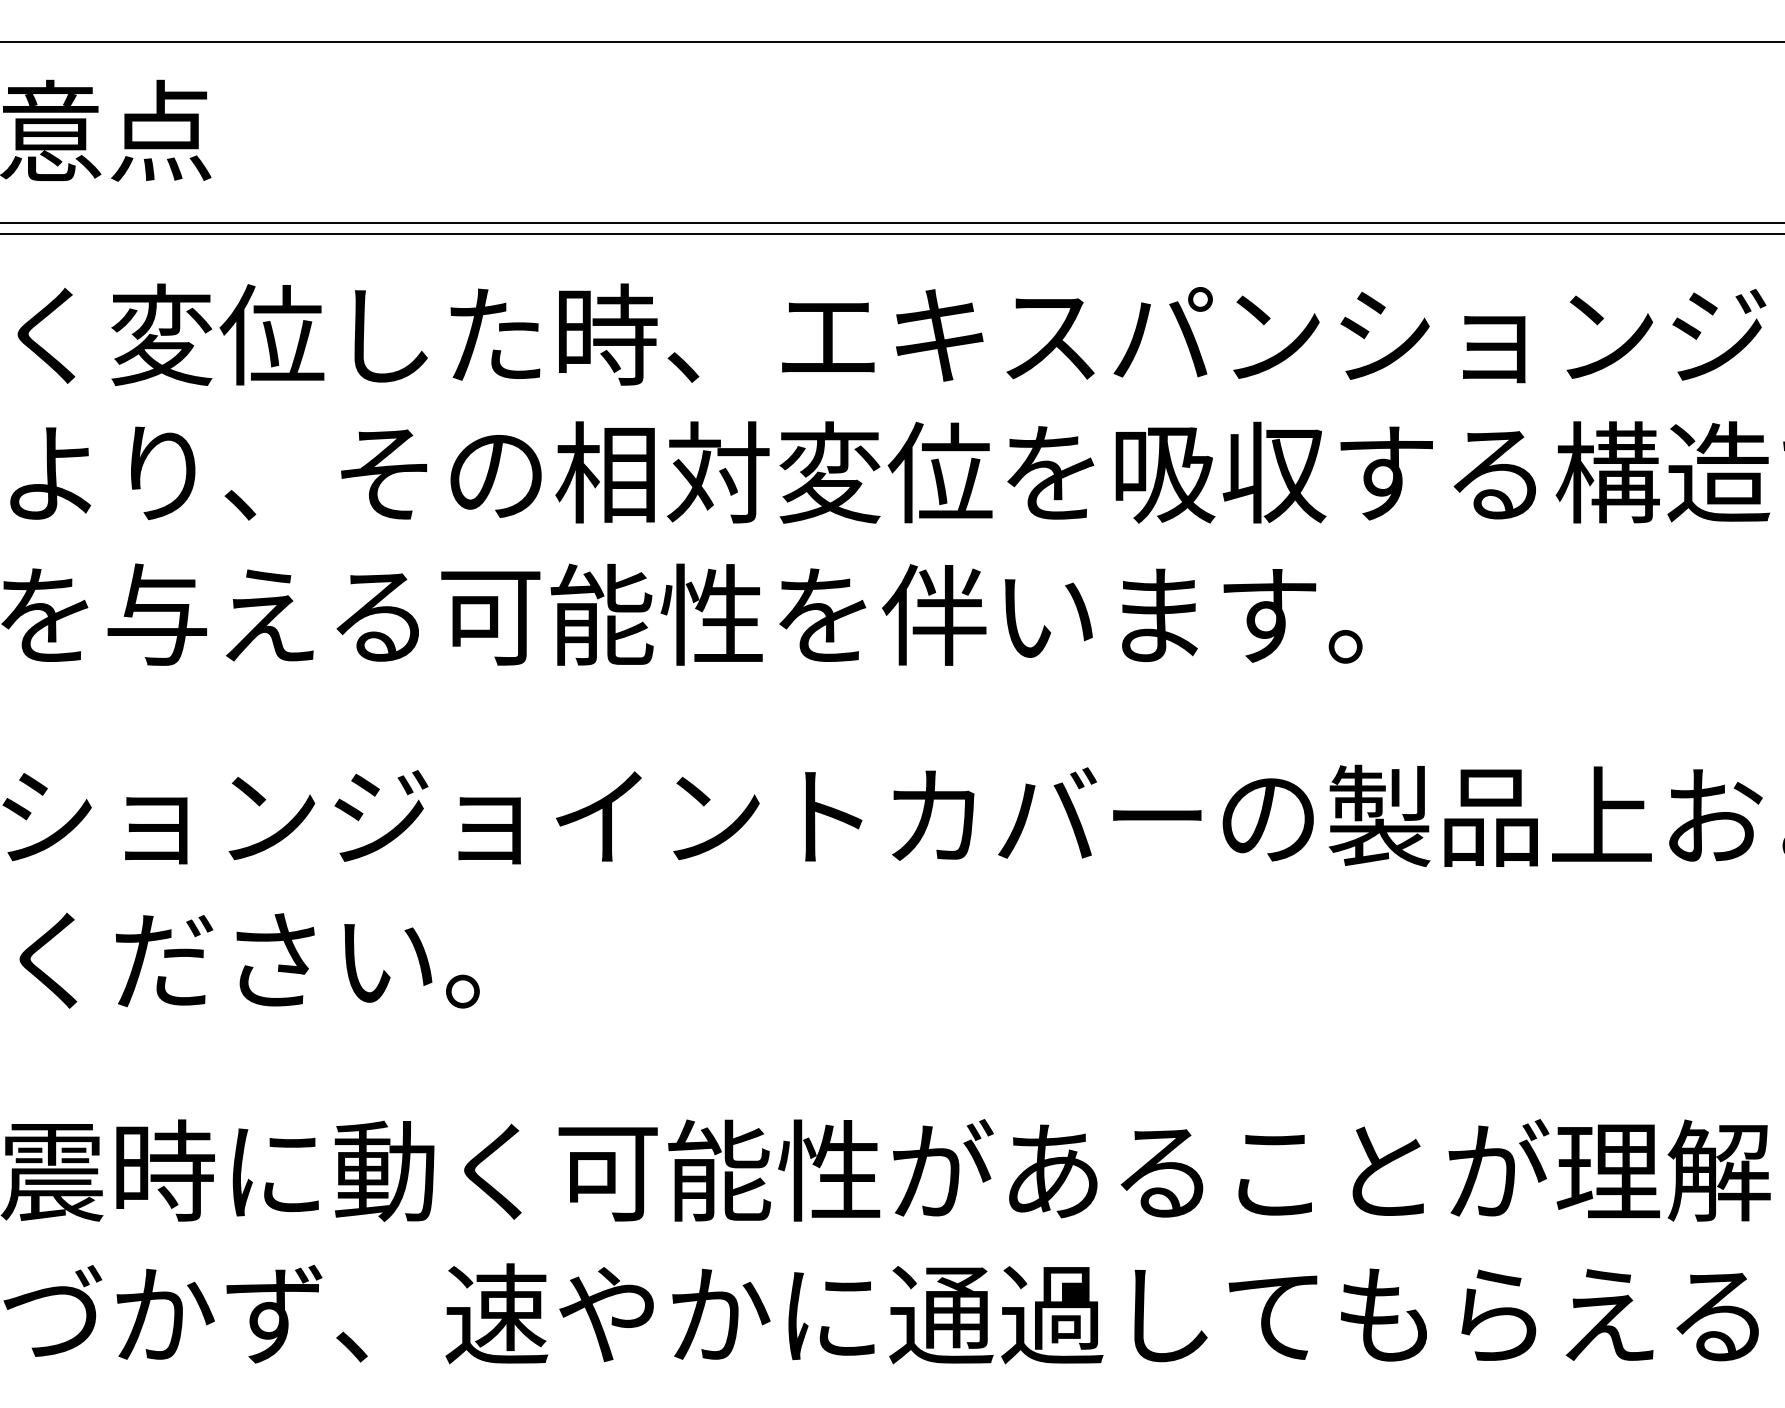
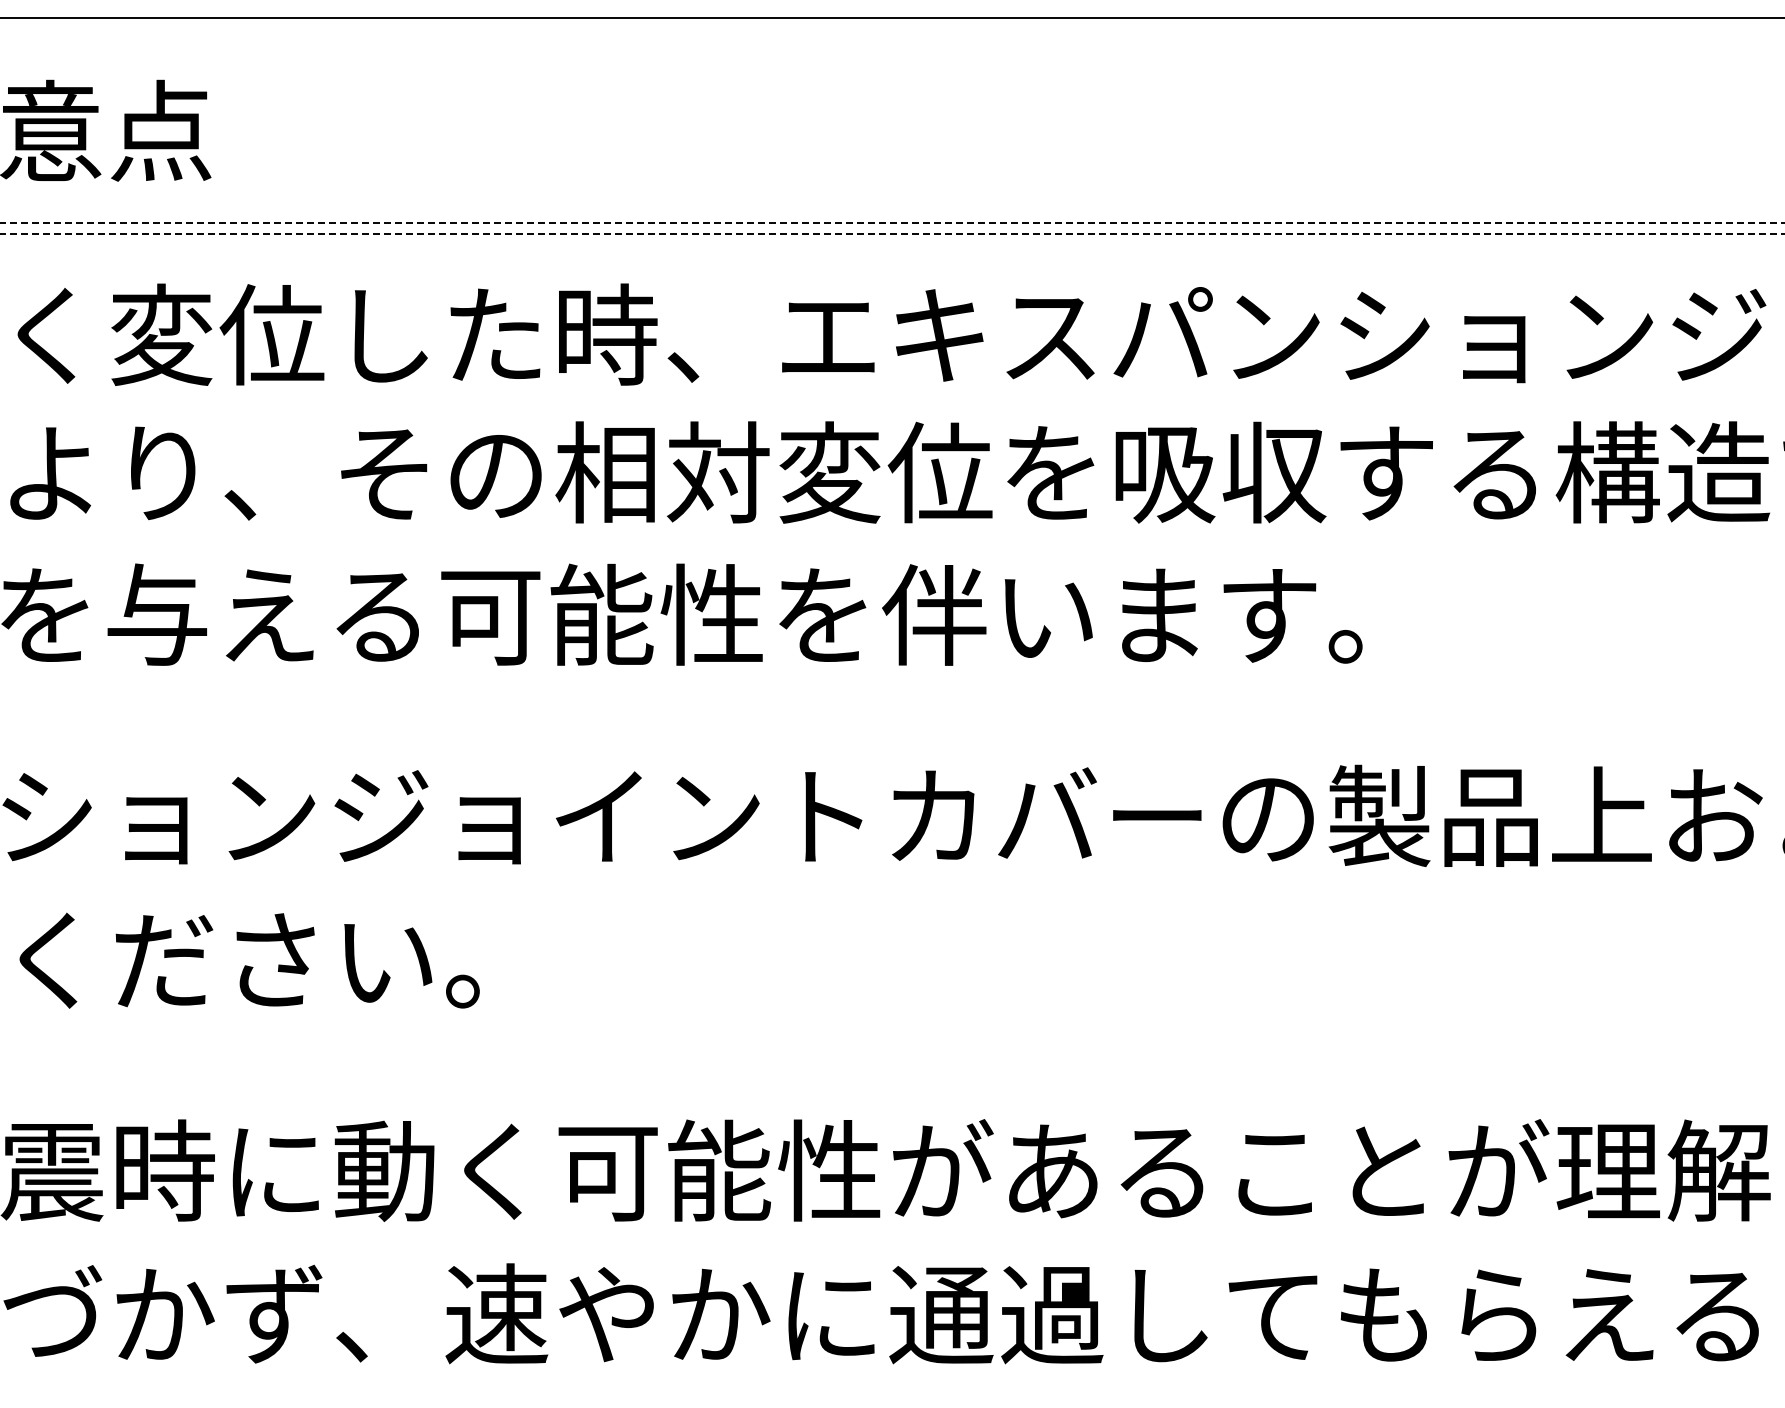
line at (891, 42) position: (891, 42) -> (891, 18)
line at (892, 222): solid -> dashed
line at (892, 233): solid -> dashed
